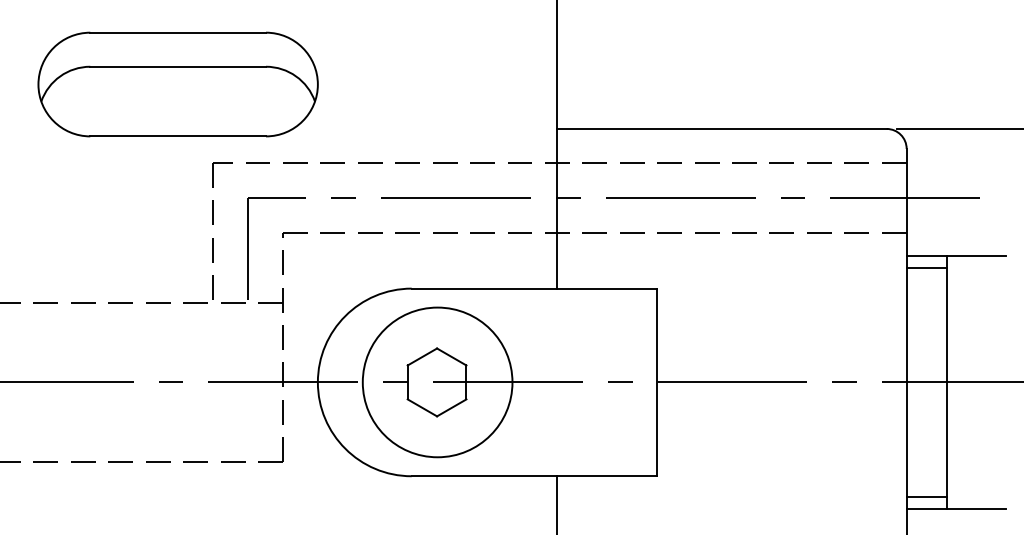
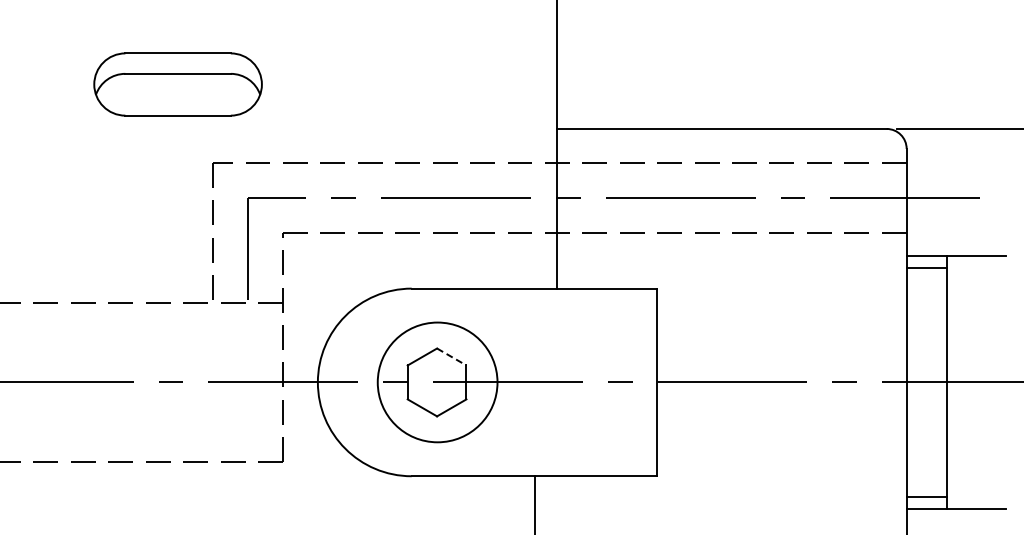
part at (177, 84) size: 282x107 px -> 170x65 px
line at (451, 356): solid -> dashed
circle at (437, 382) diameter: 150 px -> 120 px
line at (557, 503) position: (557, 503) -> (535, 503)
